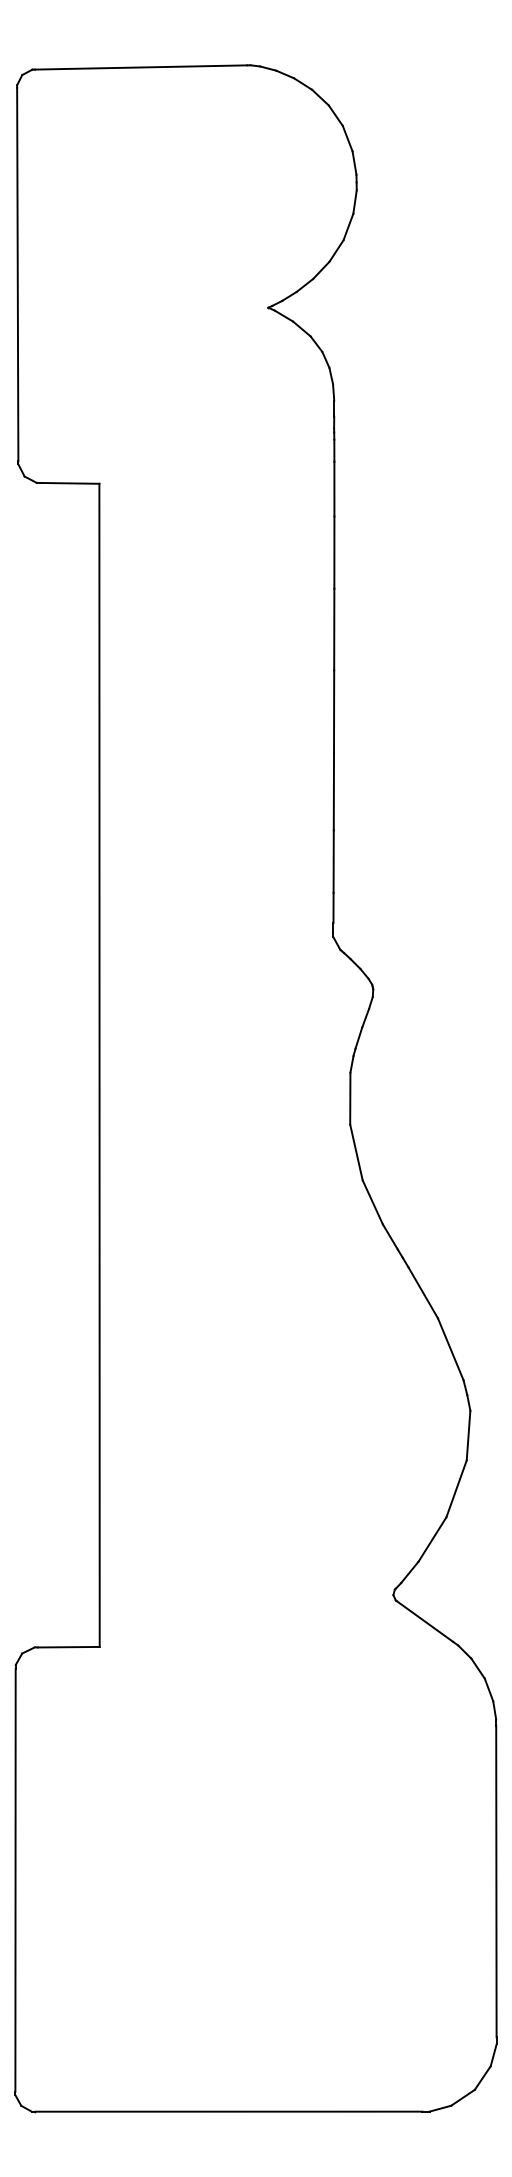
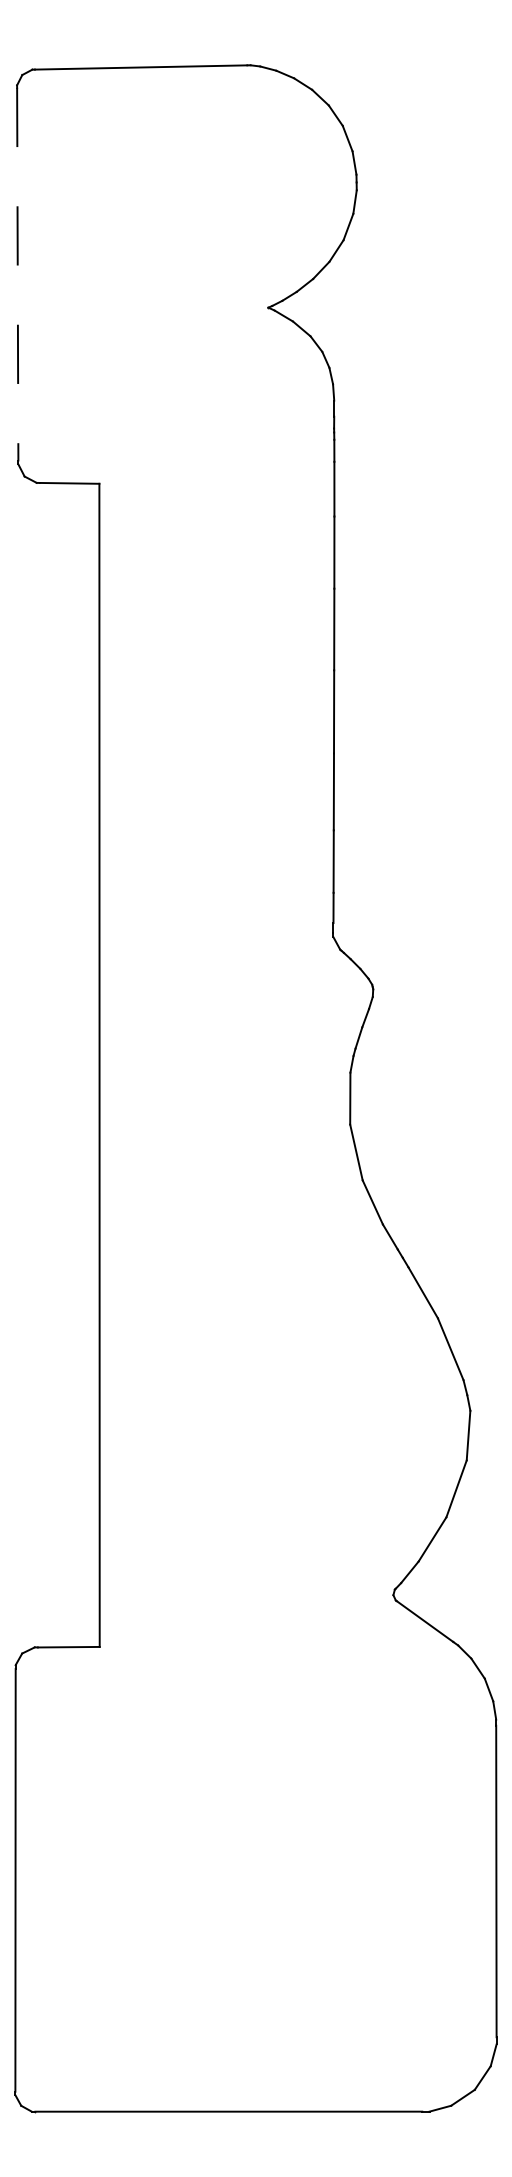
line at (17, 274): solid -> dashed
